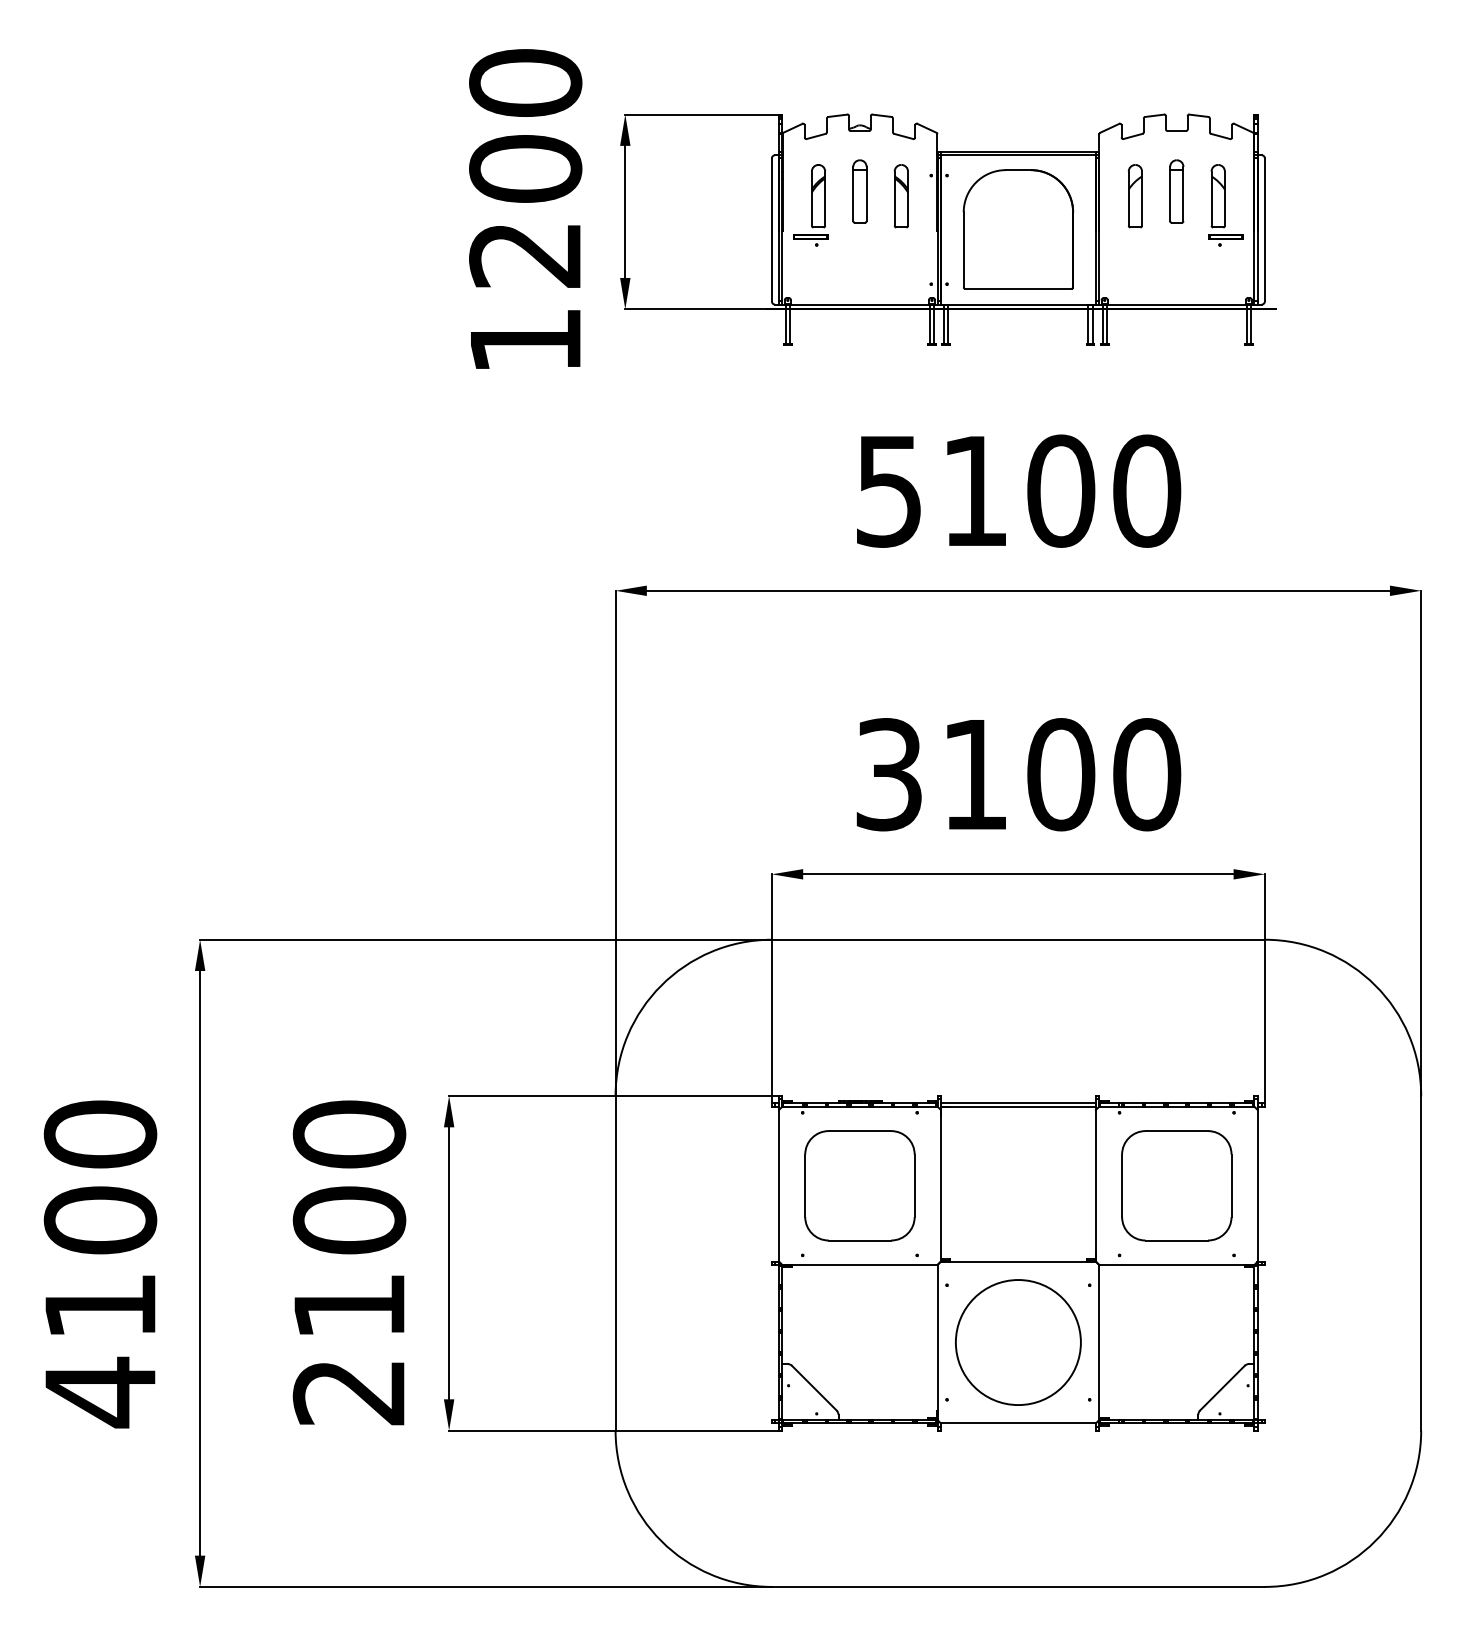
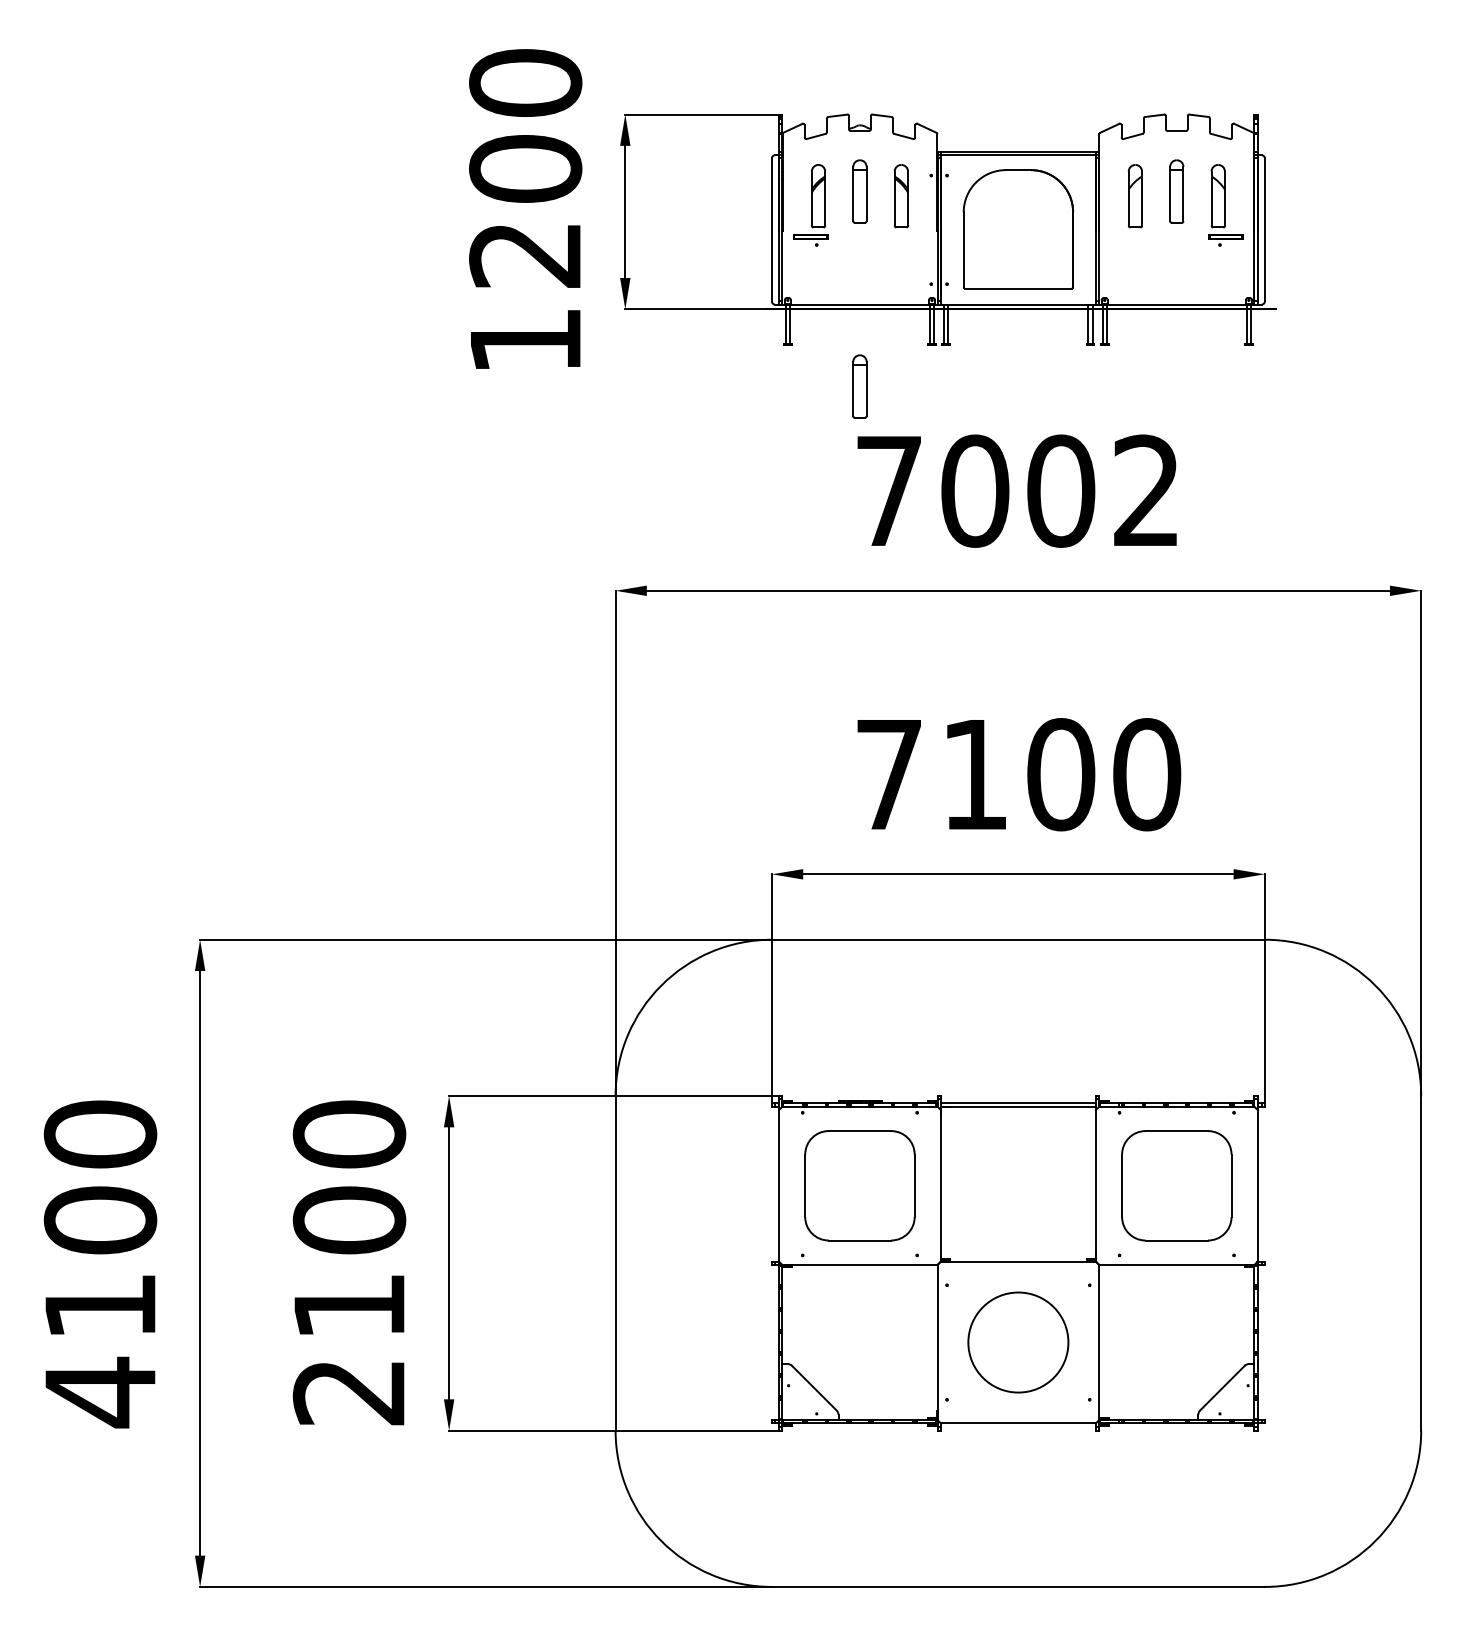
part at (859, 386): none -> present
text at (1019, 490): 5100 -> 7002
text at (888, 774): 3100 -> 7100
circle at (1017, 1342) diameter: 125 px -> 100 px
